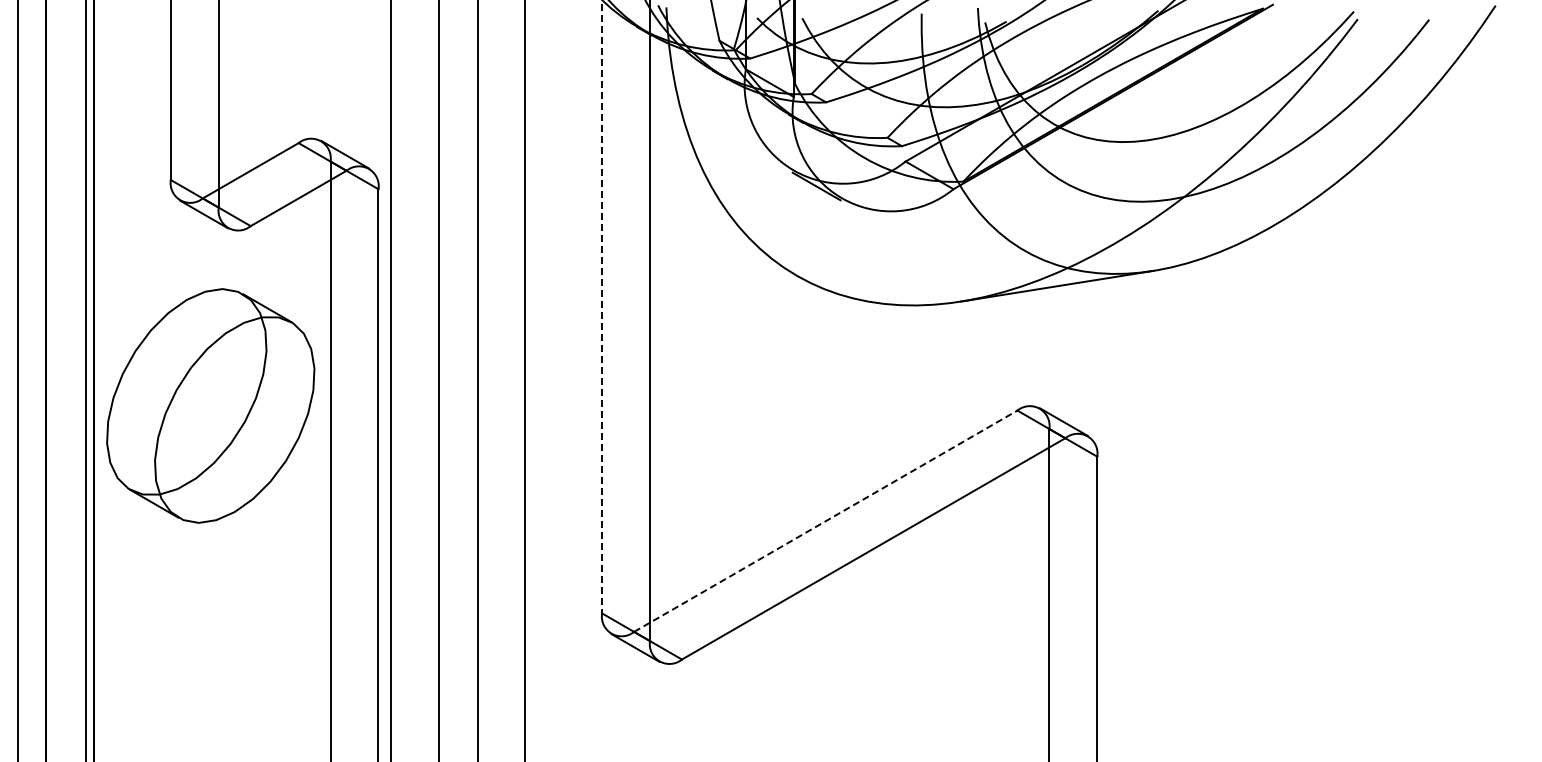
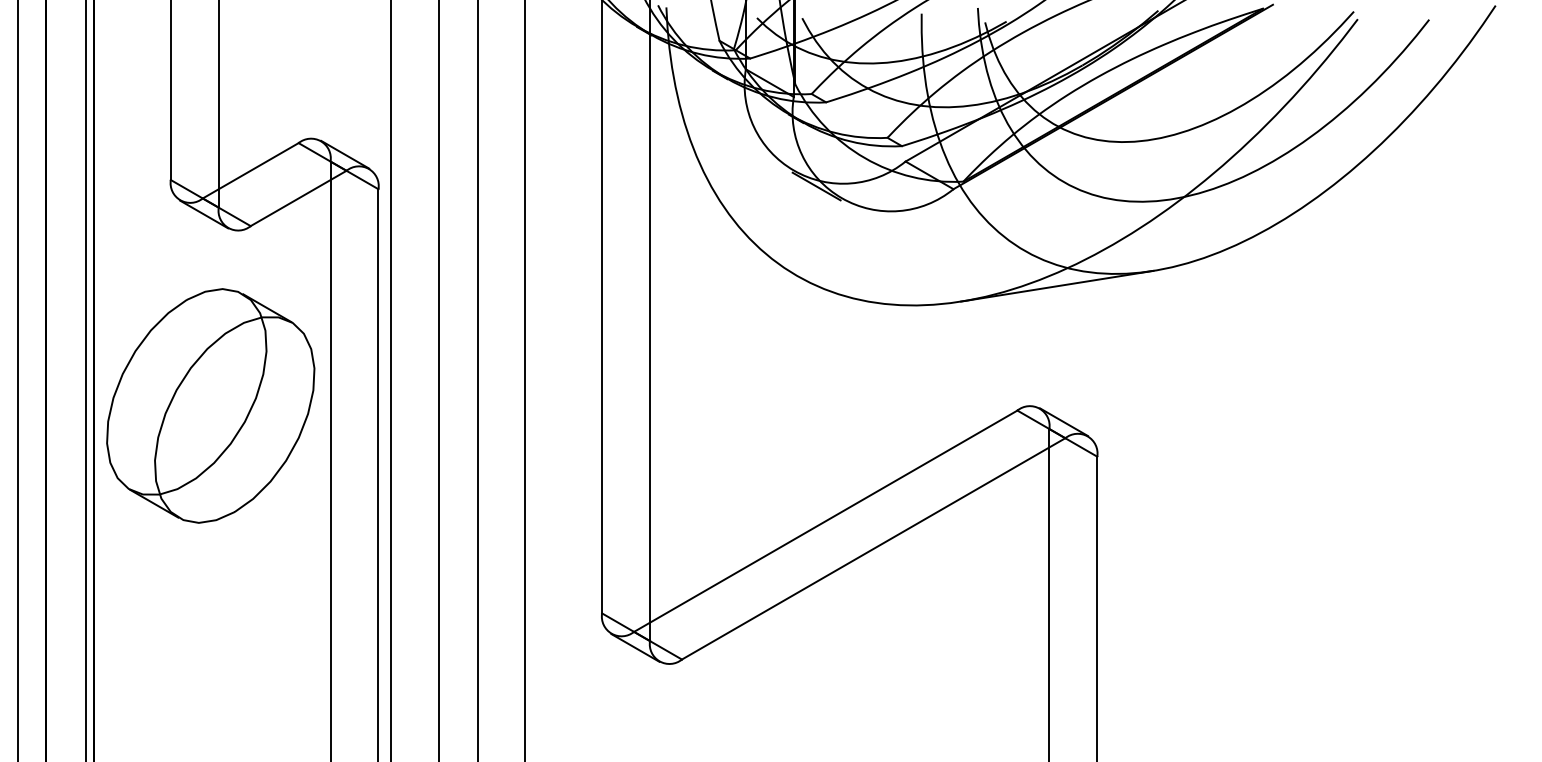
line at (602, 307): dashed -> solid
line at (826, 520): dashed -> solid
